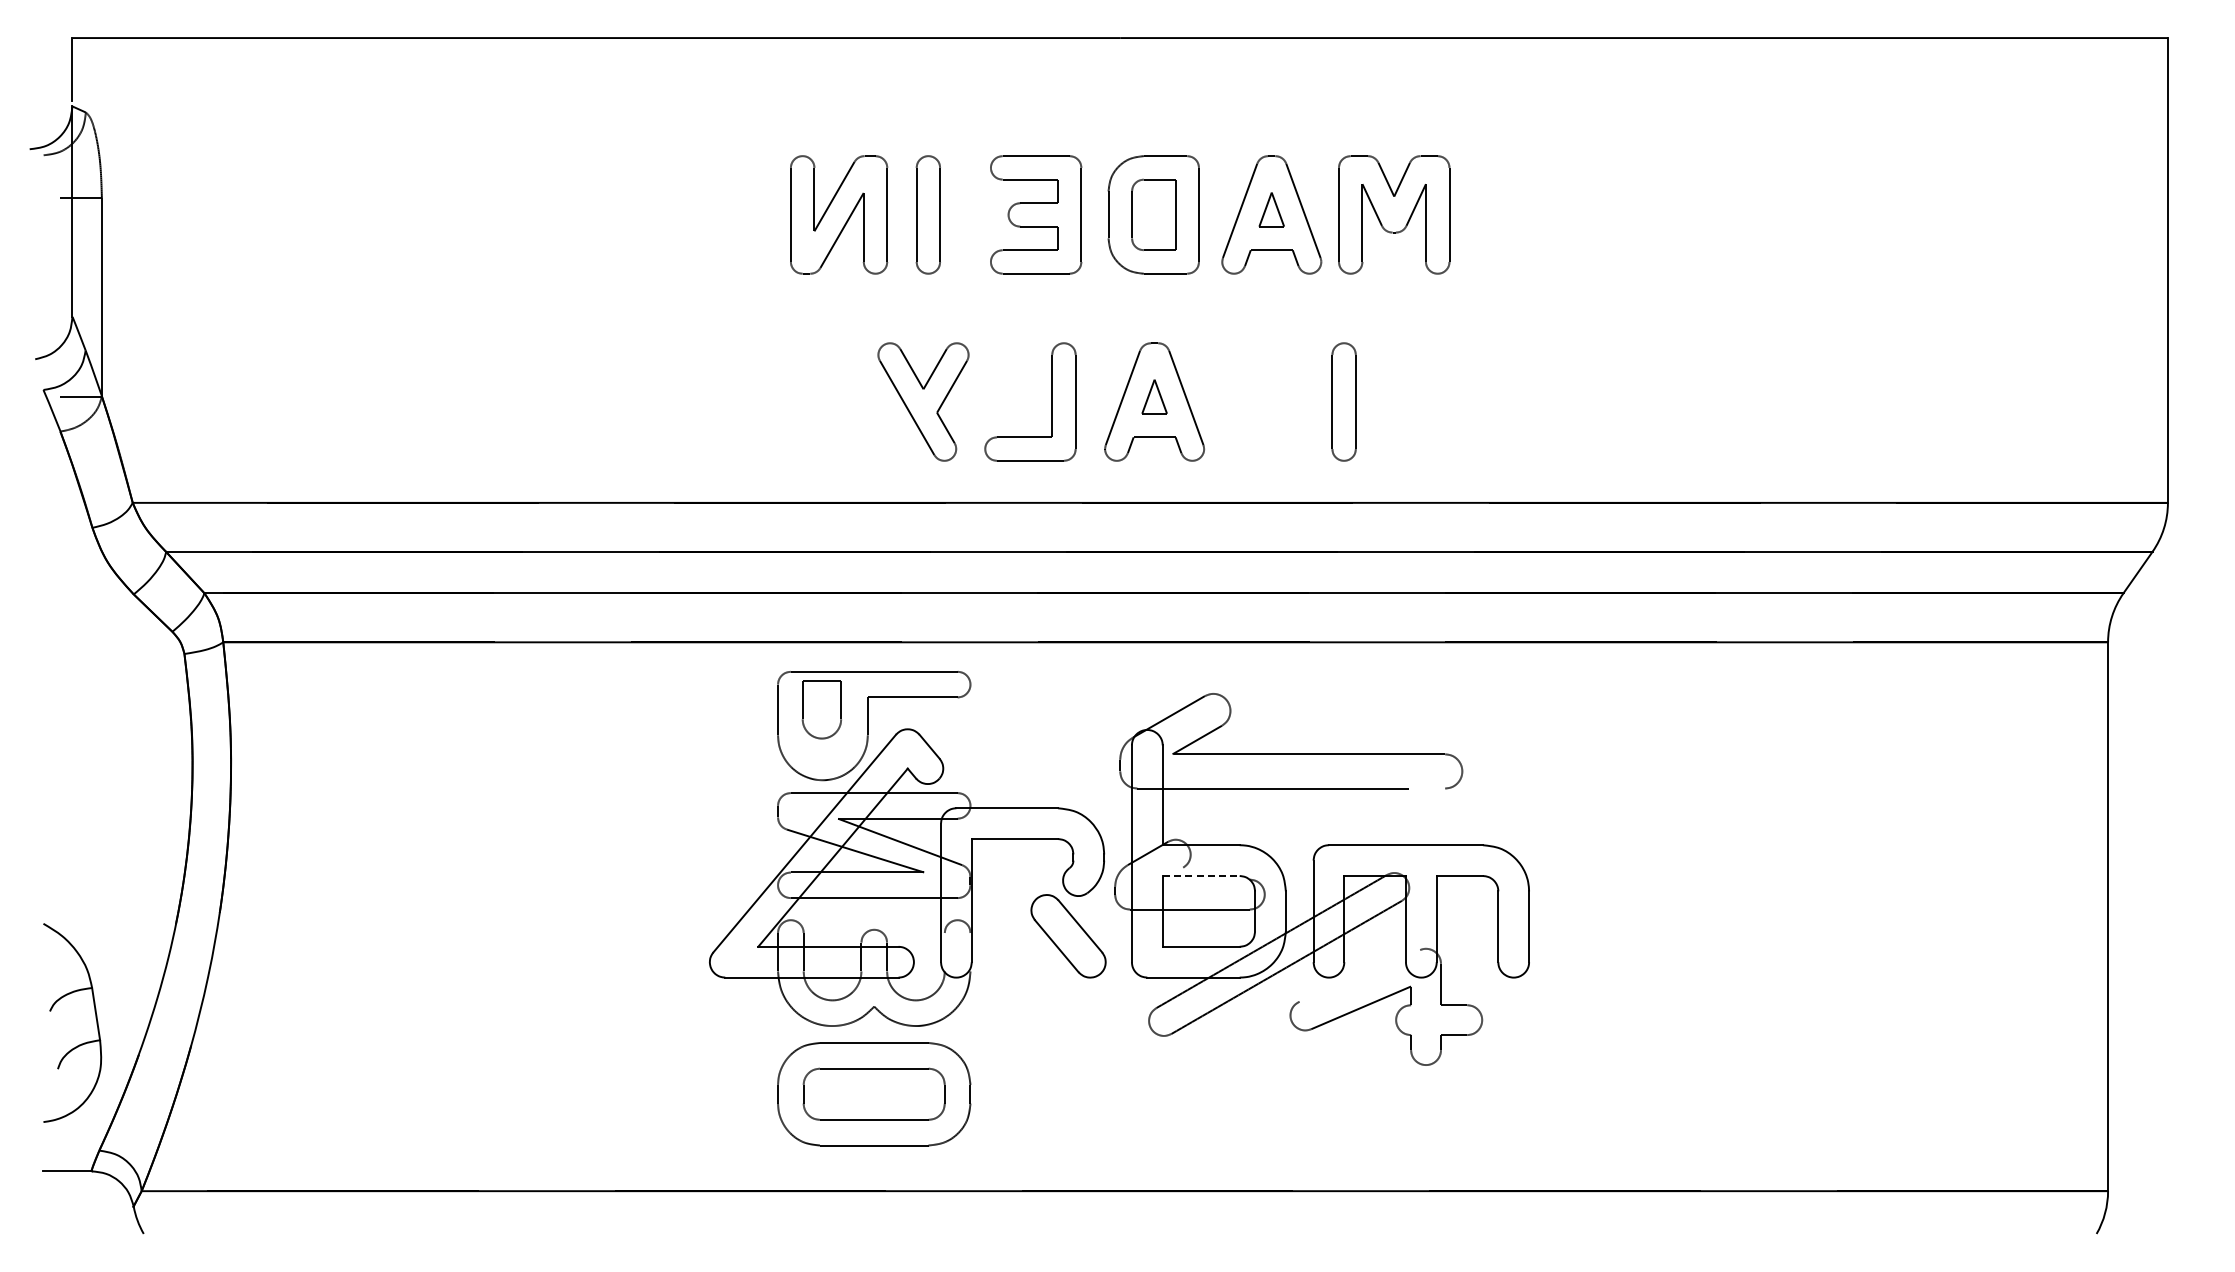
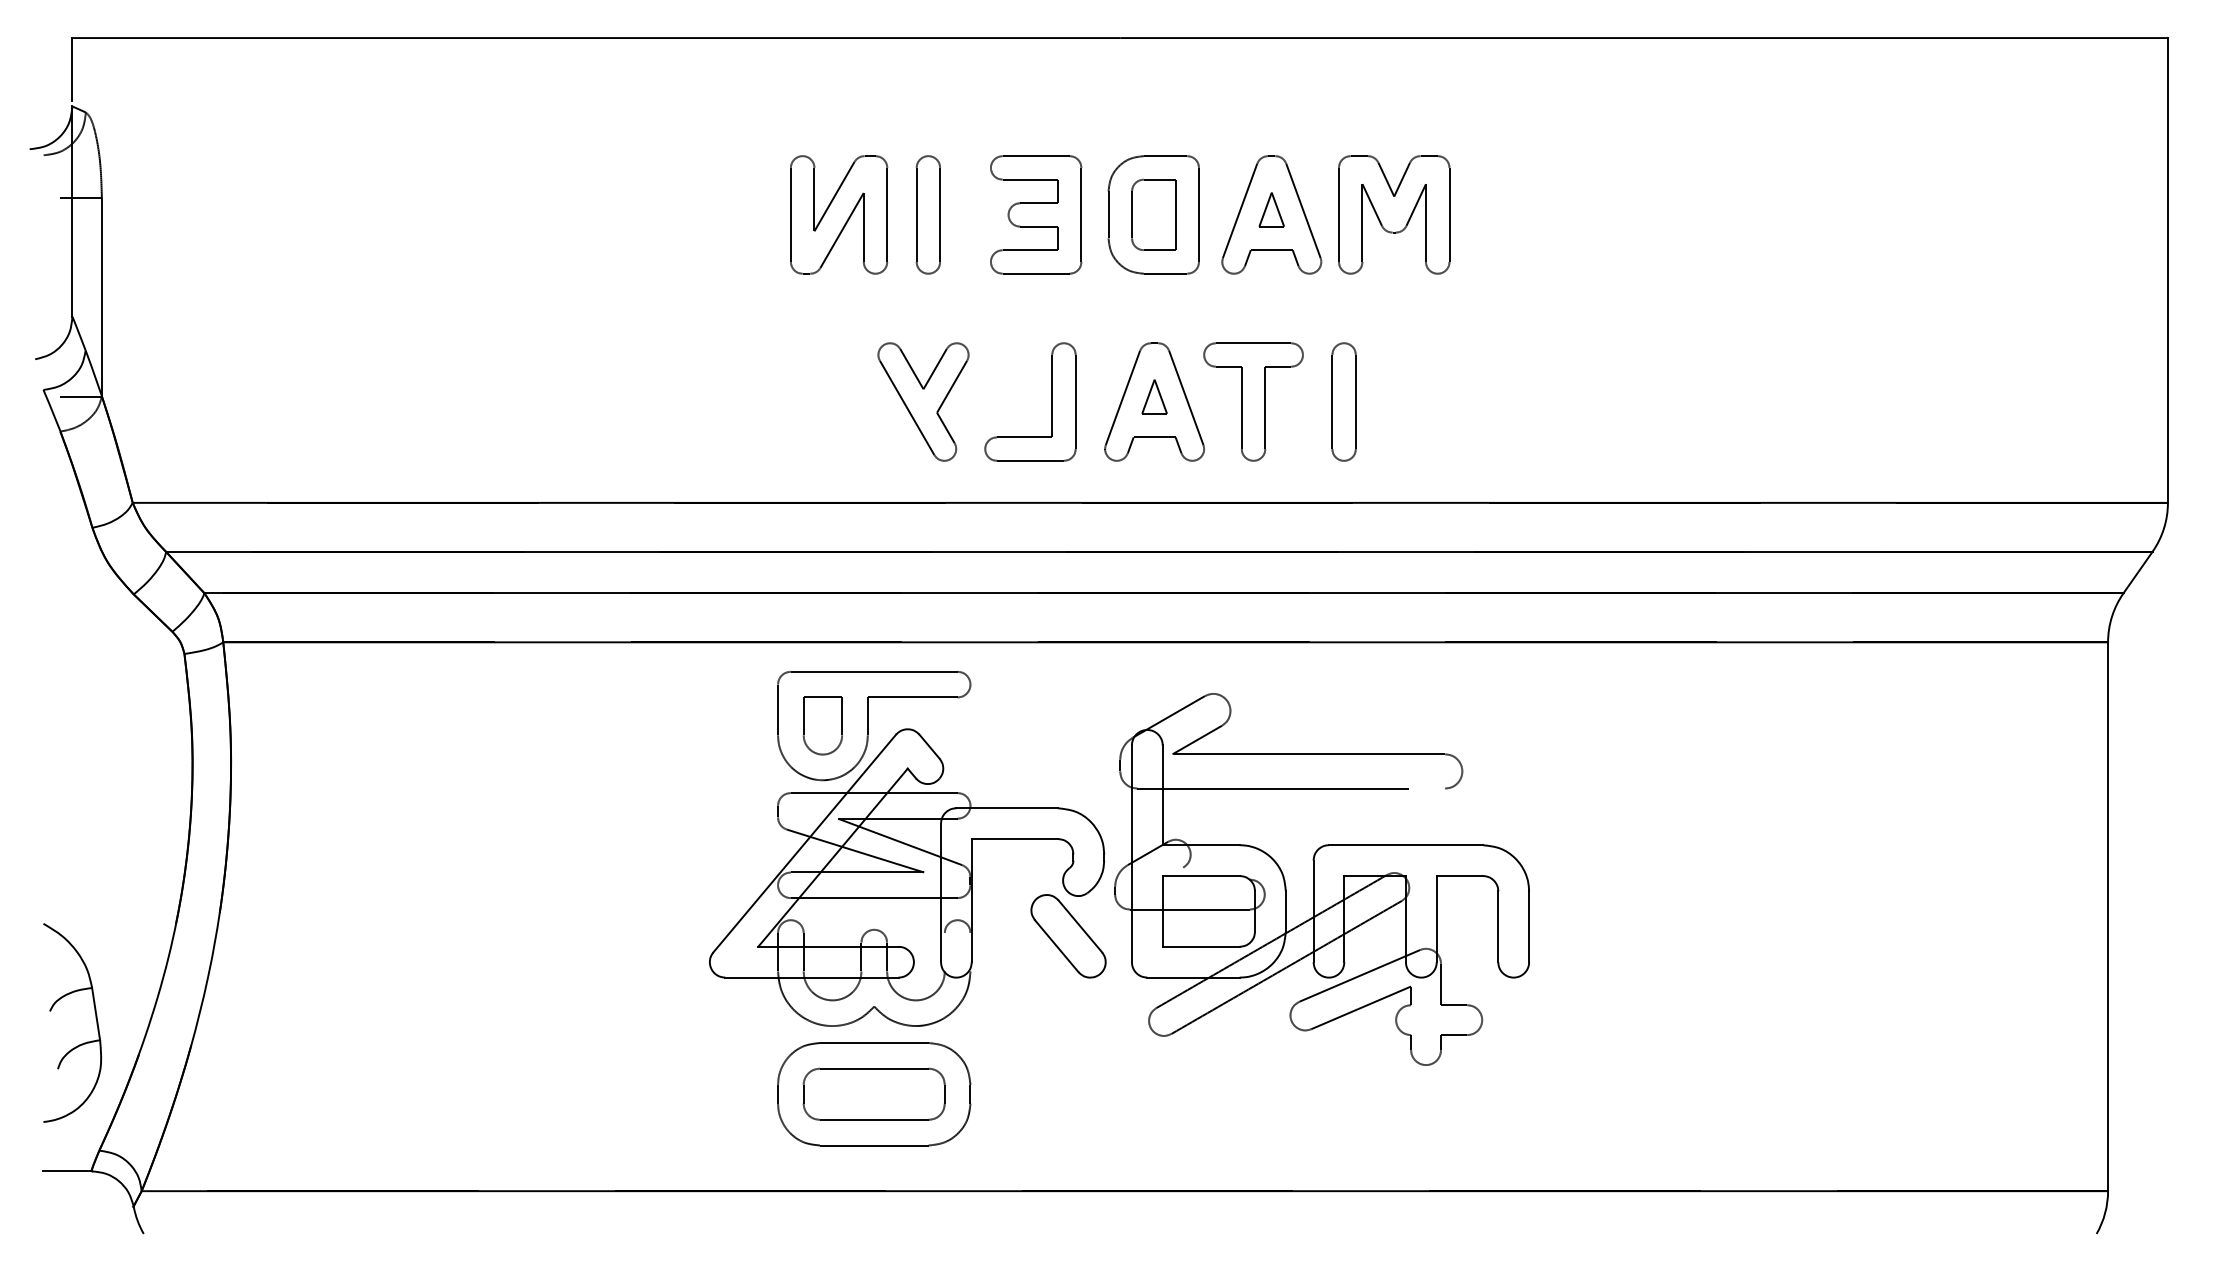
part at (1253, 401): none -> present
part at (821, 709) position: (821, 709) -> (822, 725)
line at (1201, 876): dashed -> solid
line at (1359, 975): none -> present
